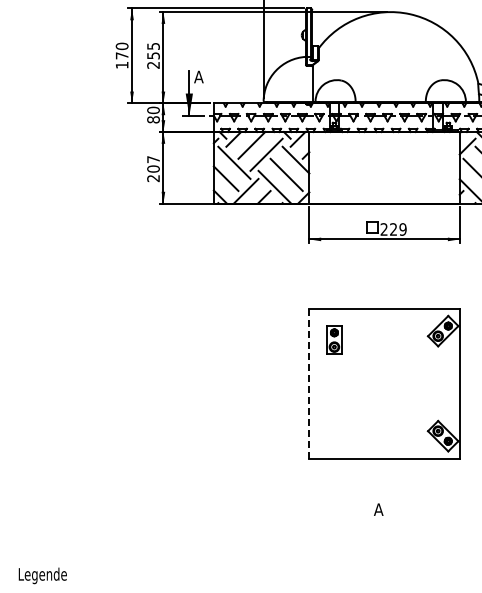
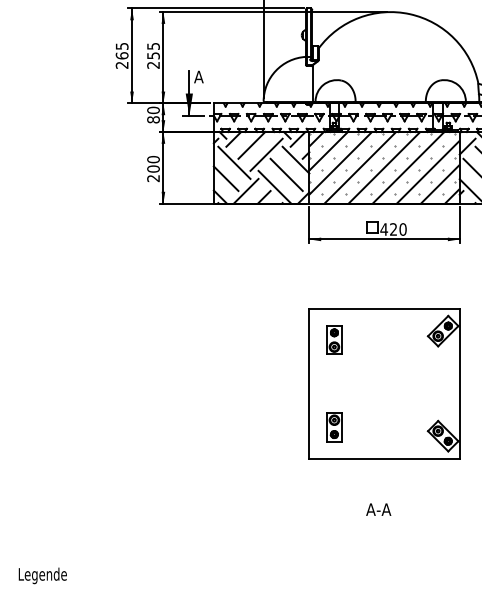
text at (121, 55): 170 -> 265
text at (153, 159): 207 -> 200
hatch at (384, 167): none -> present
text at (393, 229): 229 -> 420
line at (309, 384): dashed -> solid
part at (334, 427): none -> present
text at (378, 509): A -> A-A
